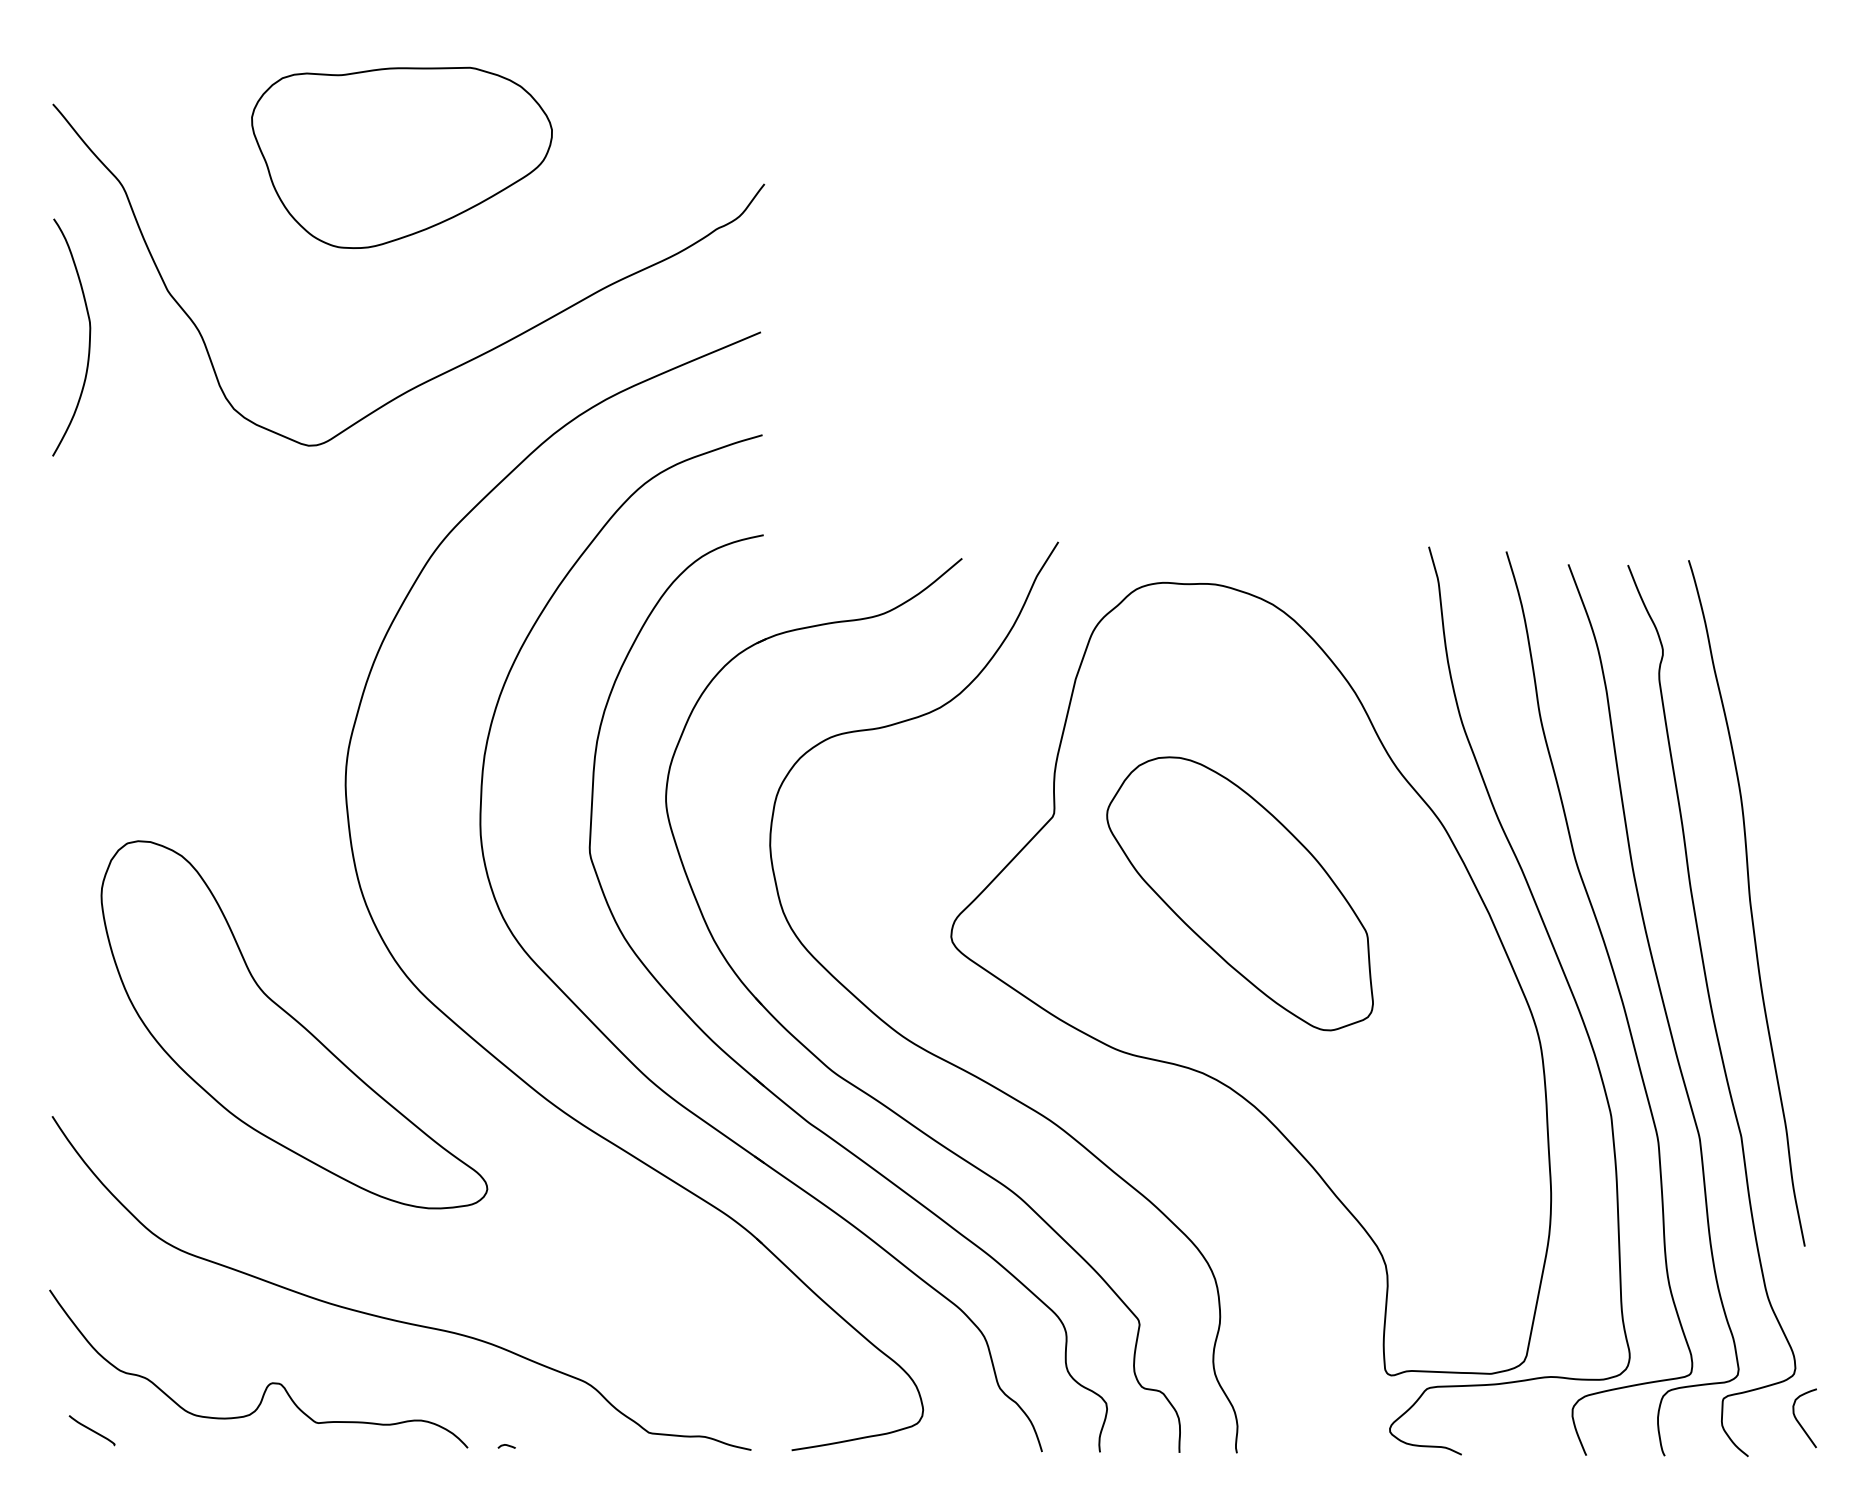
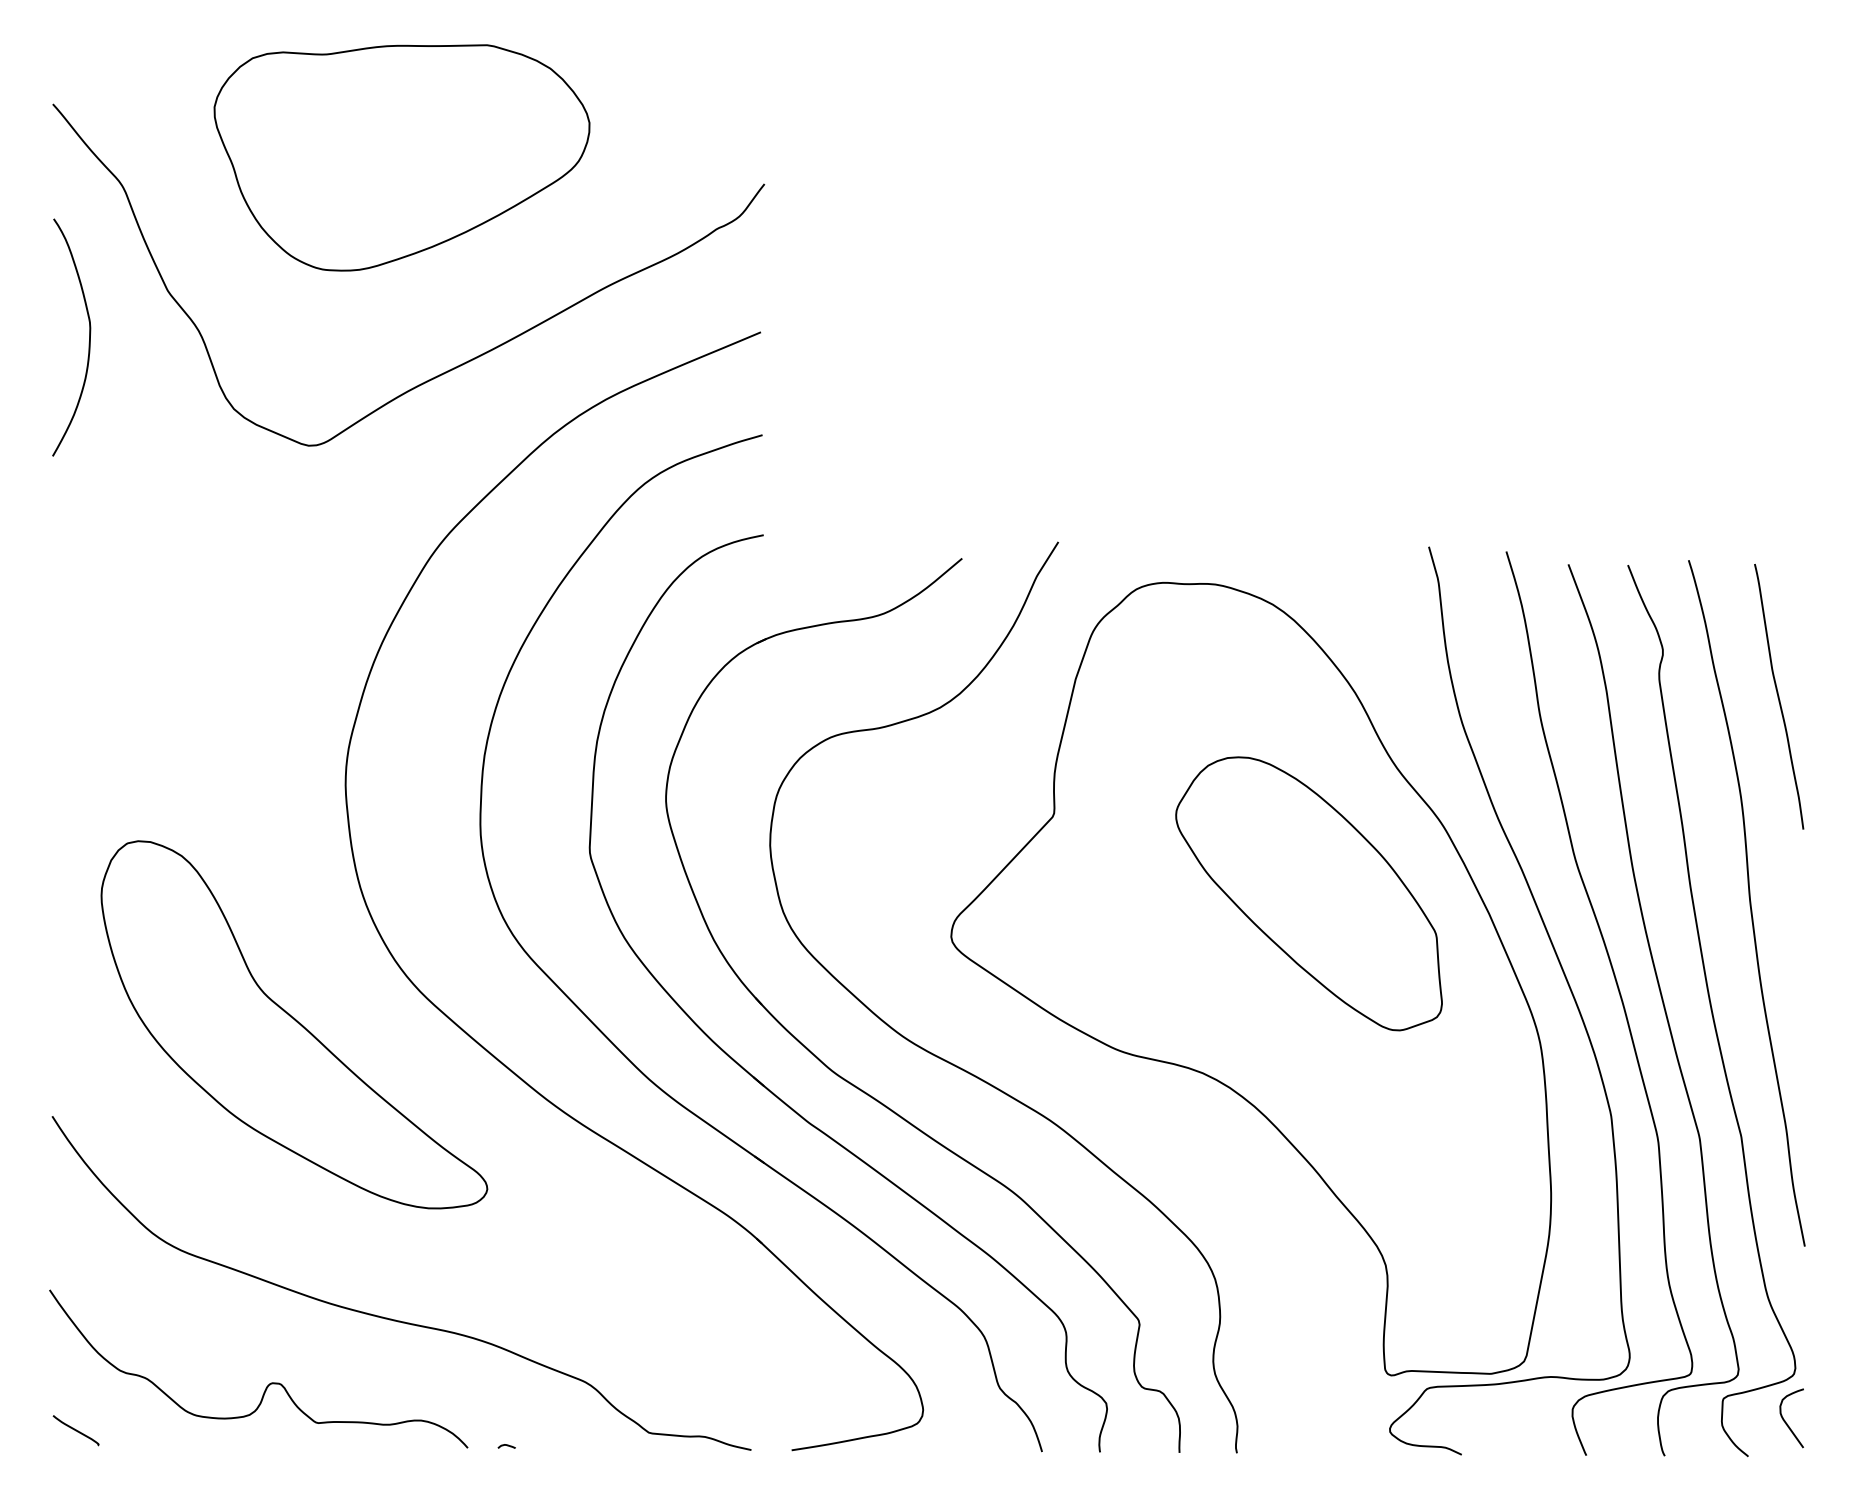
part at (401, 157) size: 302x183 px -> 378x228 px
curve at (1779, 696): none -> present
part at (1239, 893) position: (1239, 893) -> (1308, 893)
curve at (1798, 1420) position: (1798, 1420) -> (1785, 1420)
curve at (91, 1430) position: (91, 1430) -> (75, 1430)
